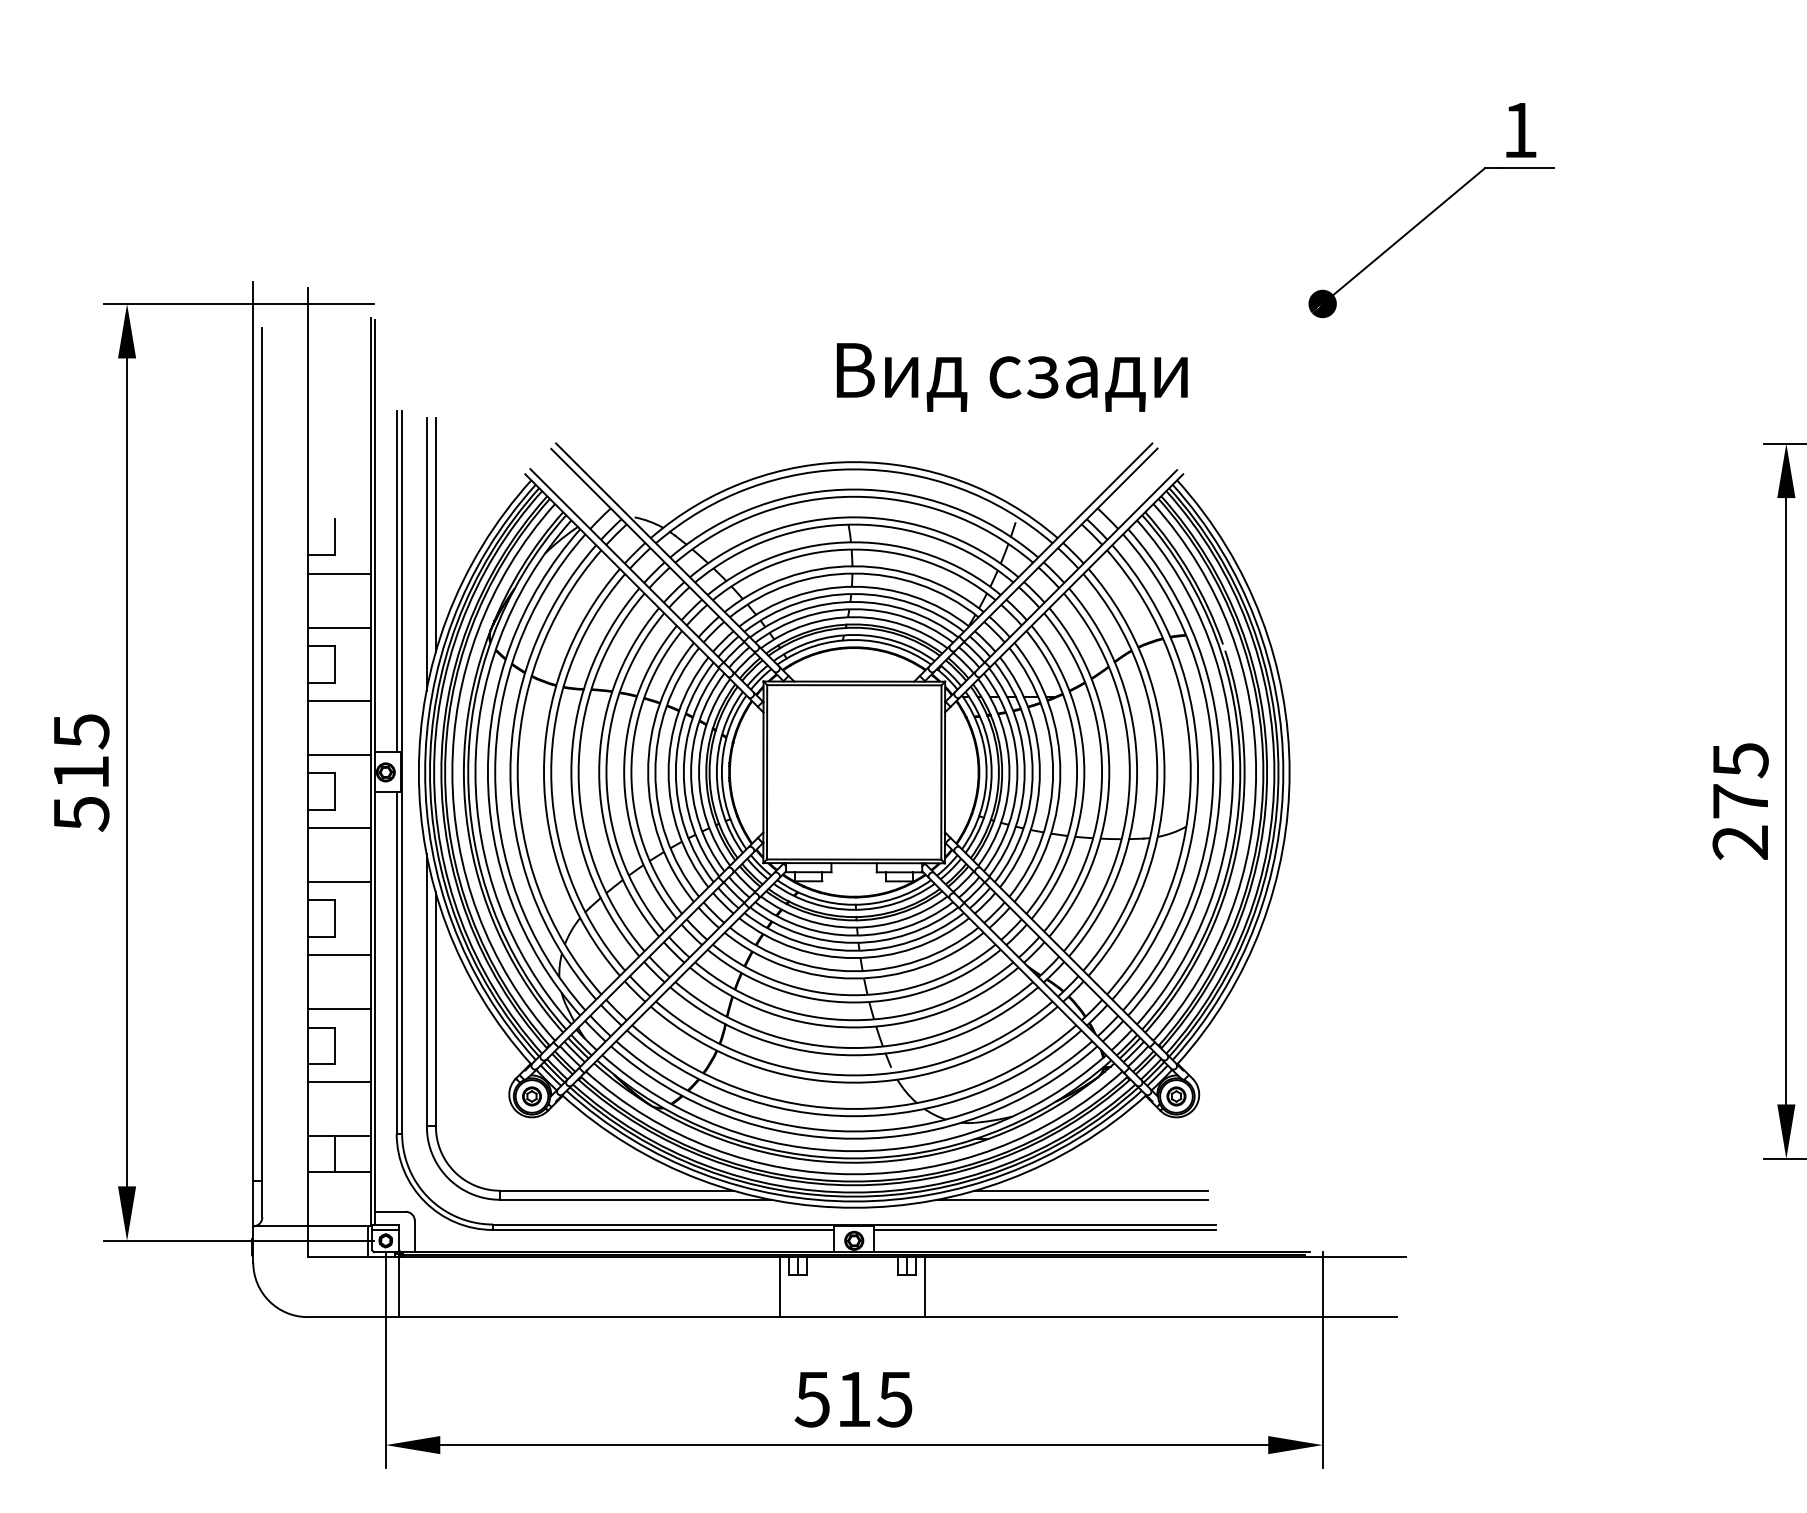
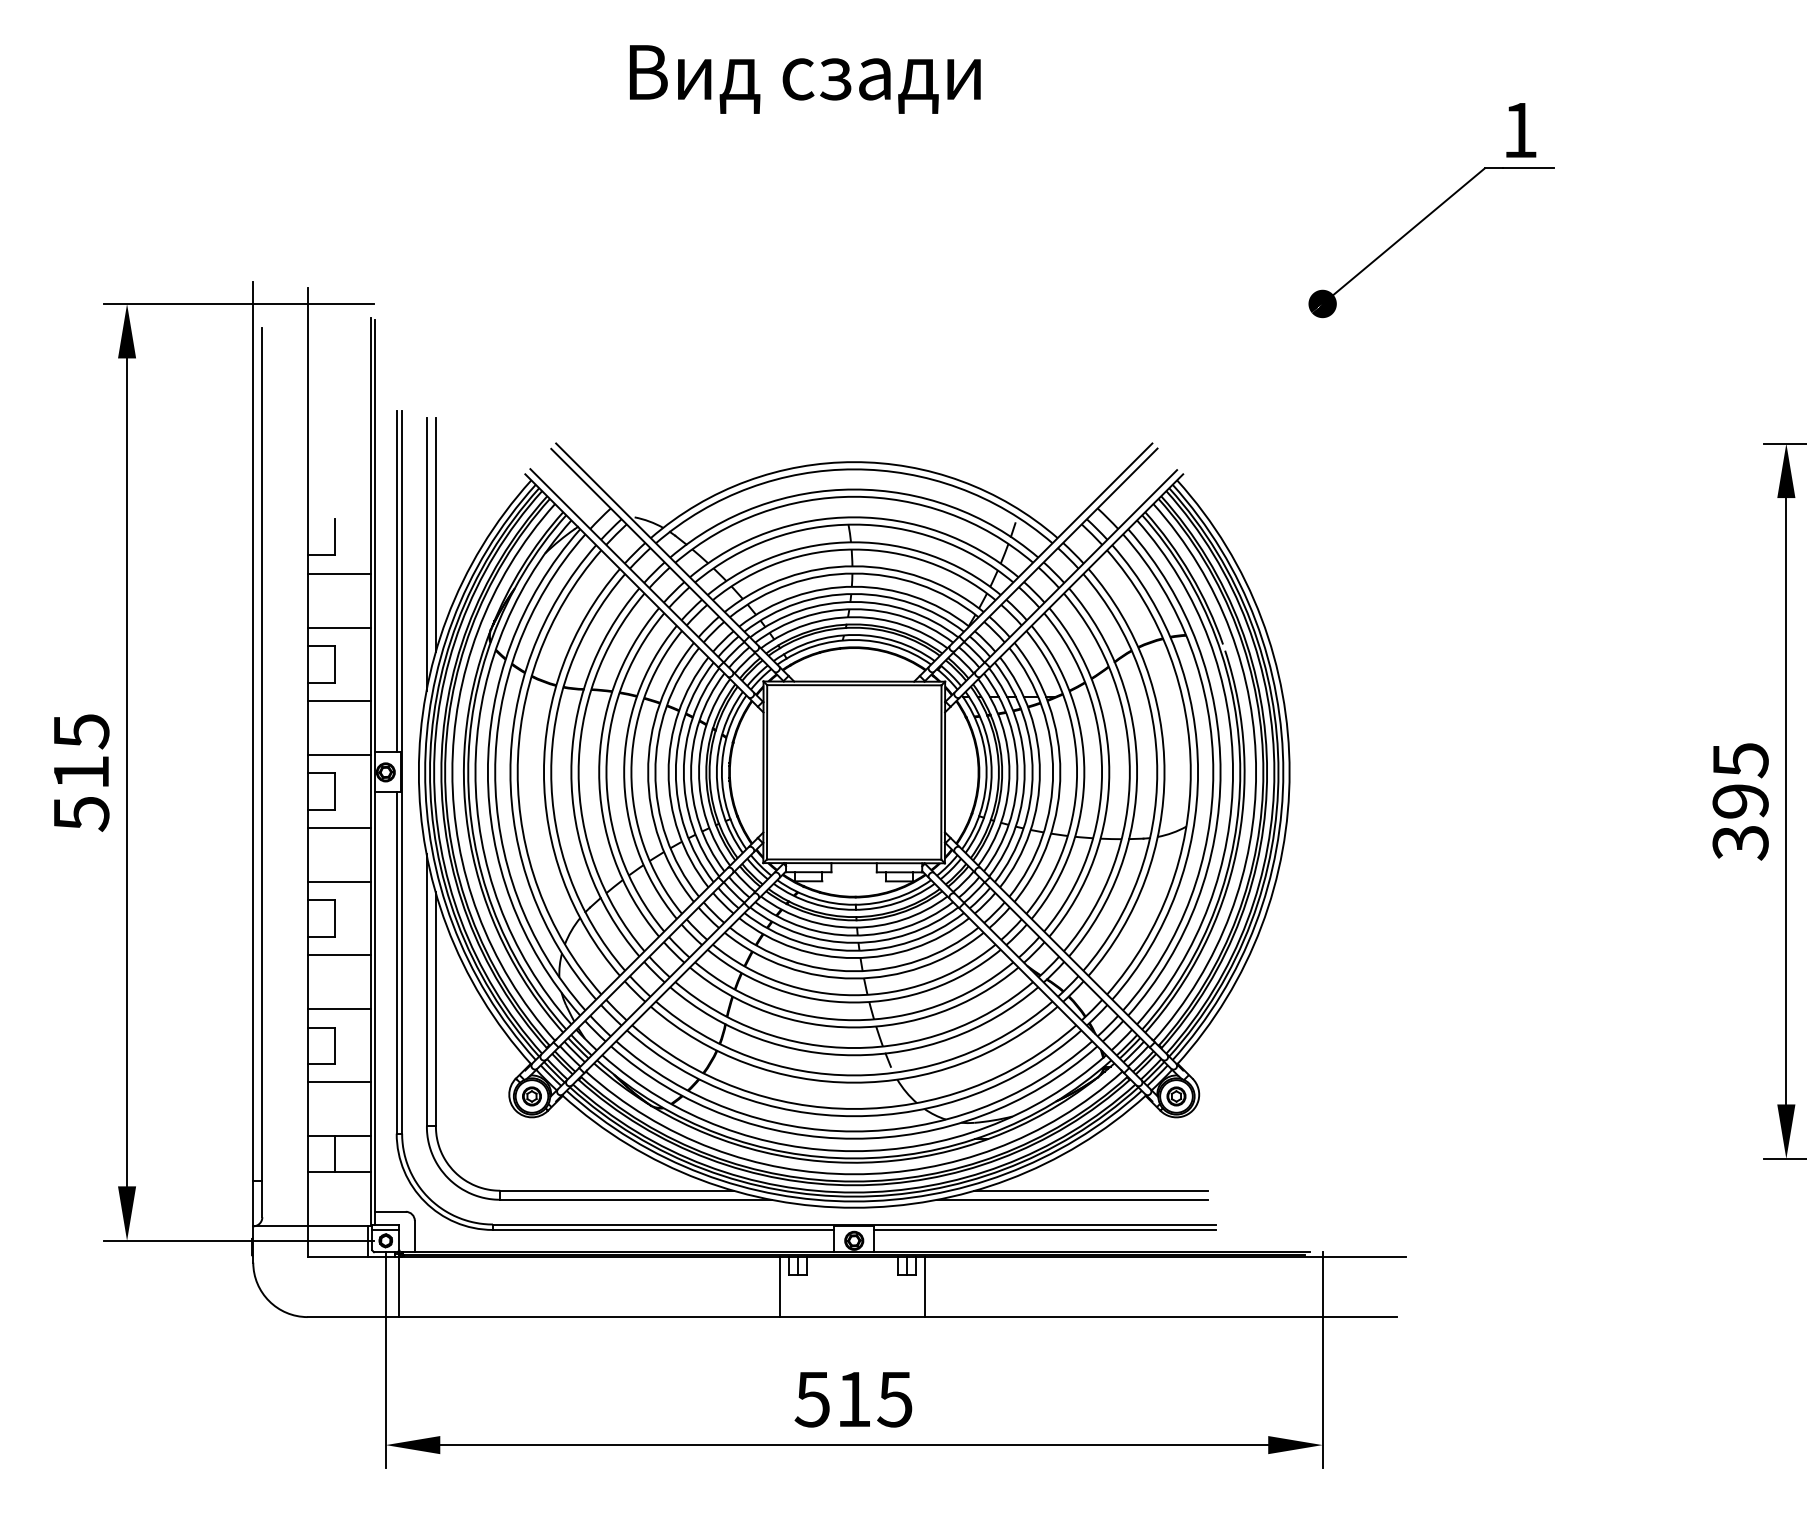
text at (1012, 377) position: (1012, 377) -> (805, 79)
text at (1740, 822): 275 -> 395
